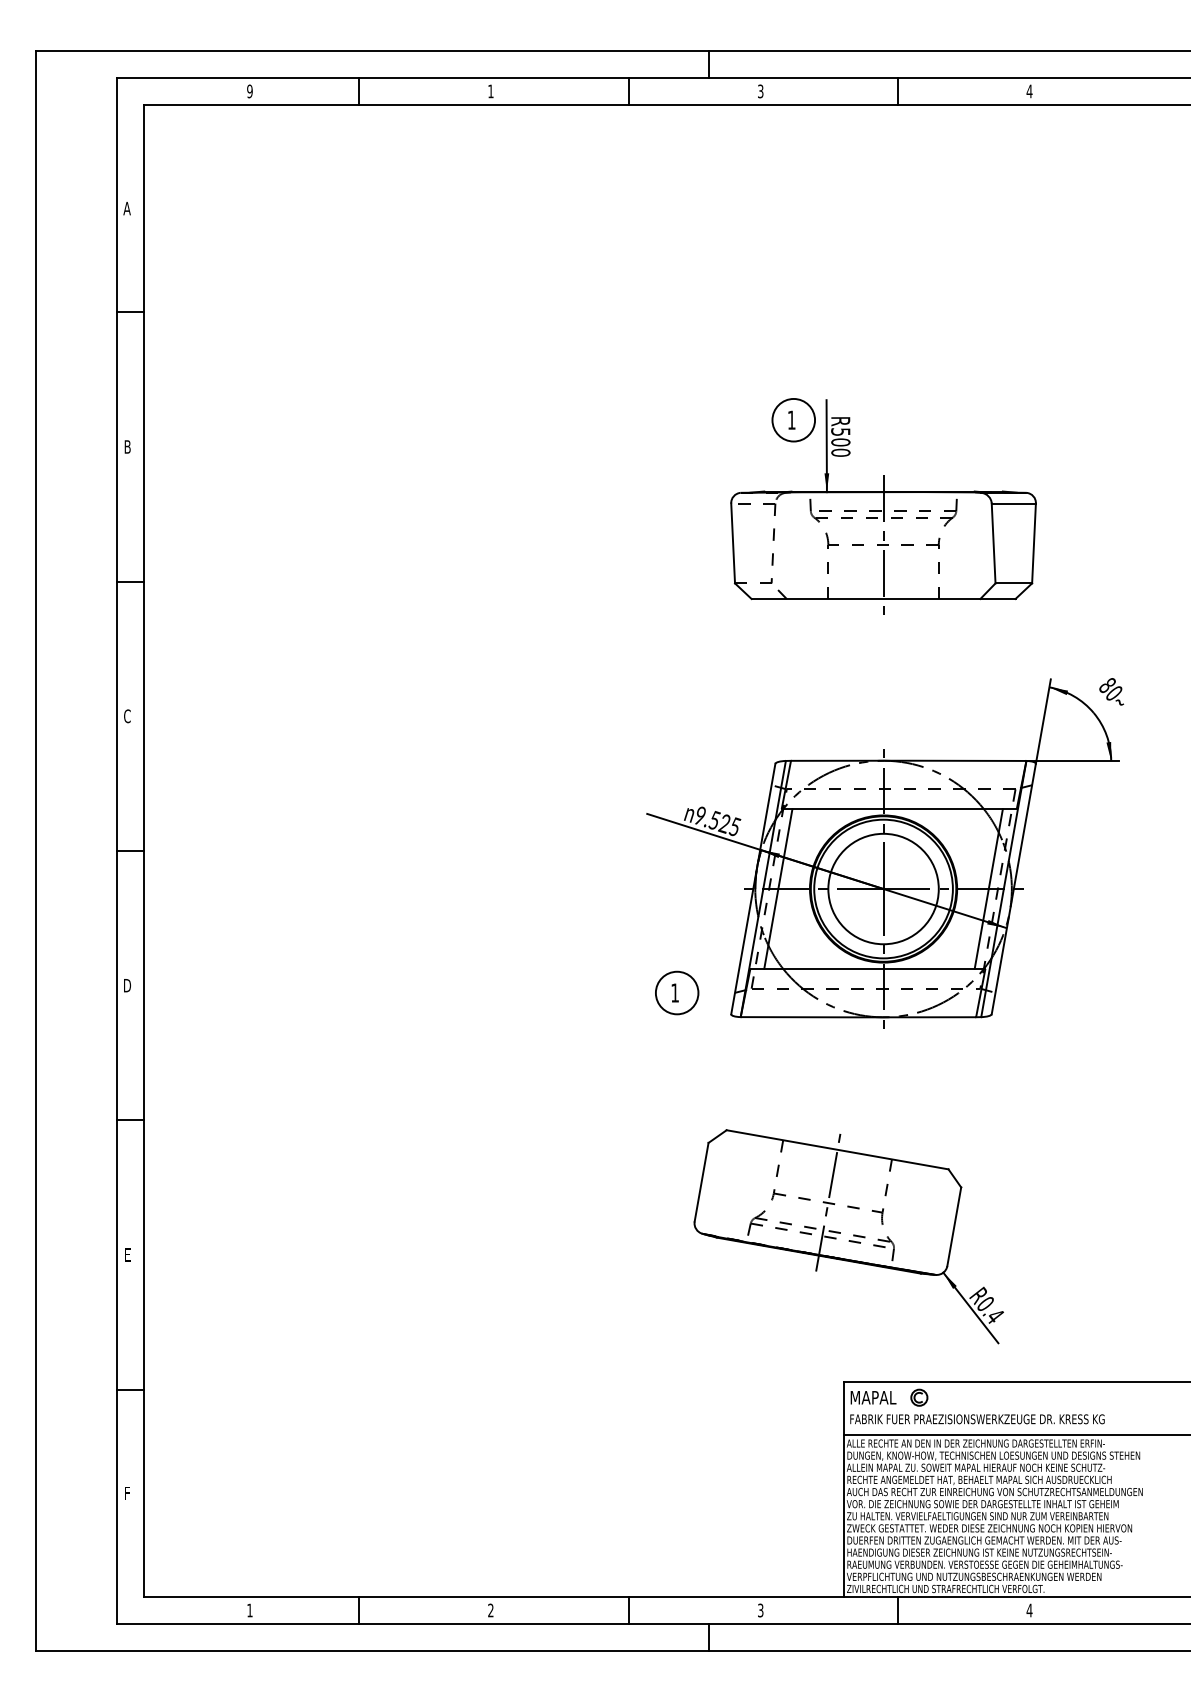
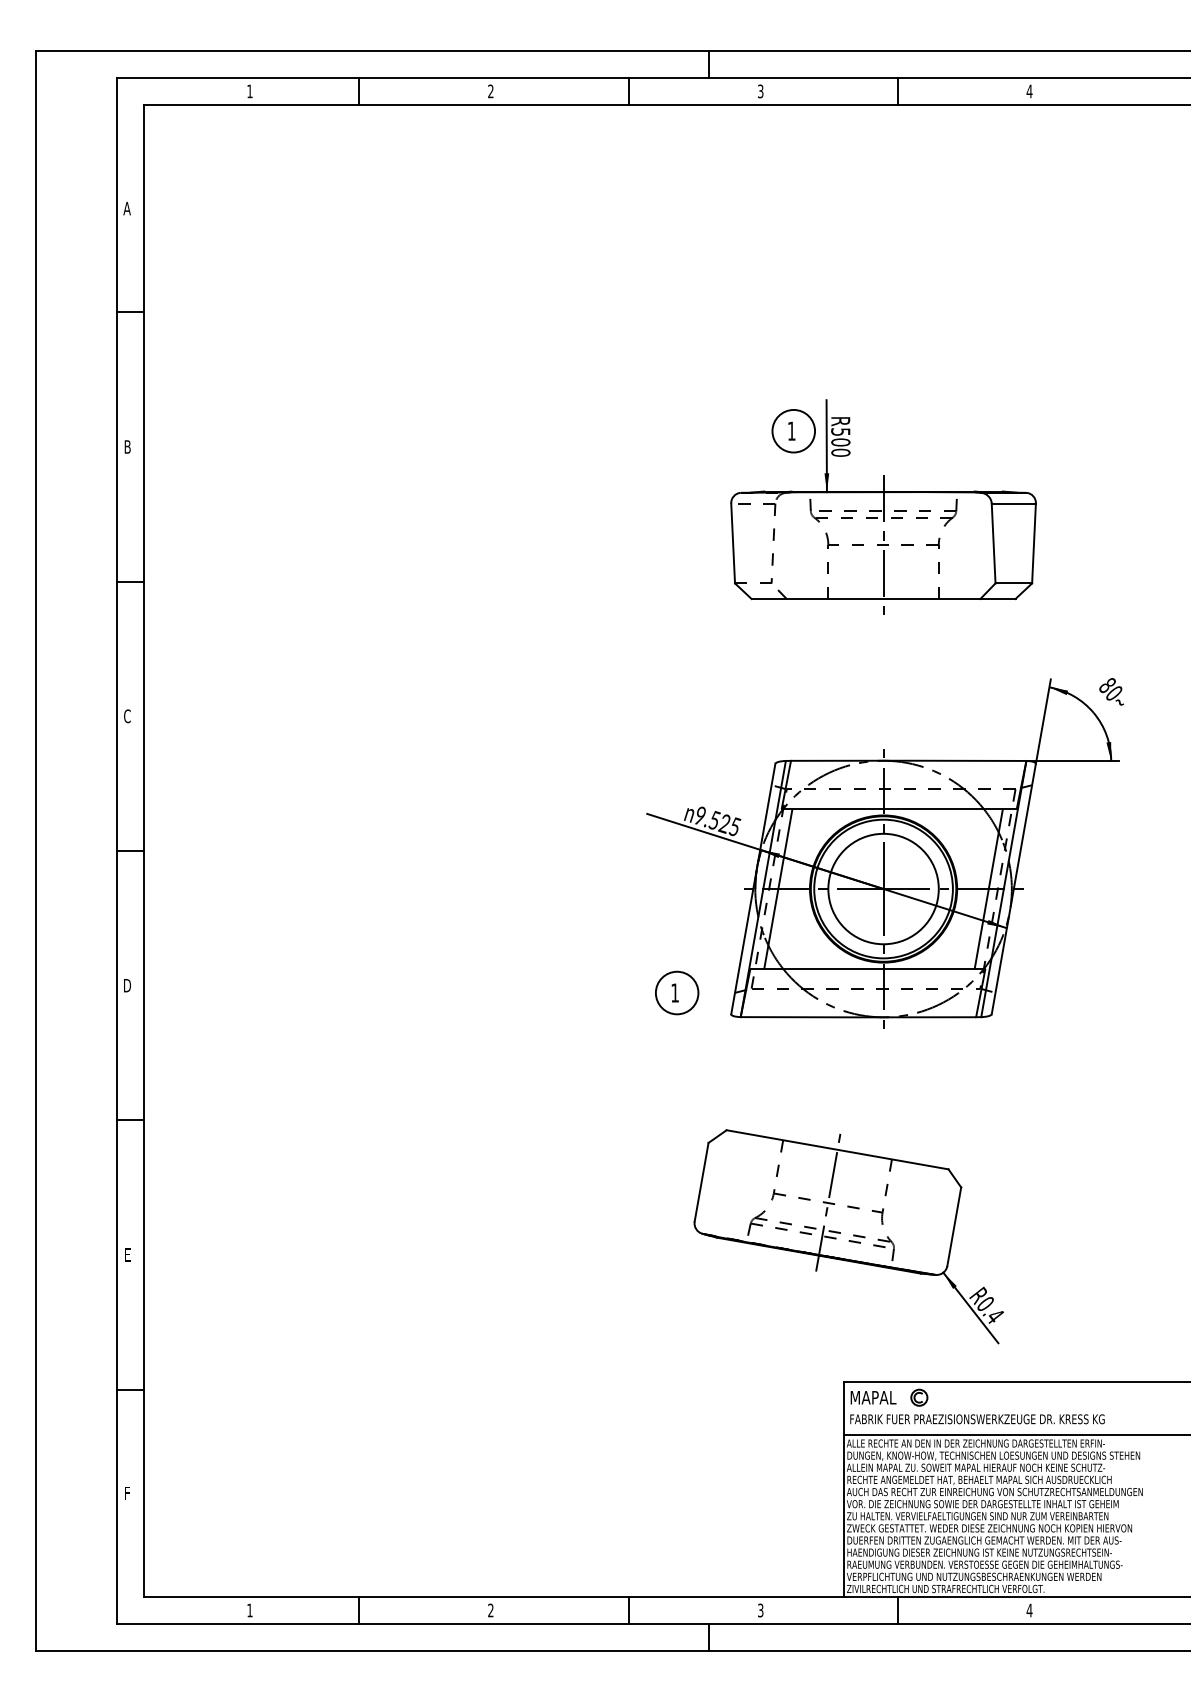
text at (249, 91): 9 -> 1
text at (490, 91): 1 -> 2
part at (793, 420) position: (793, 420) -> (793, 431)
